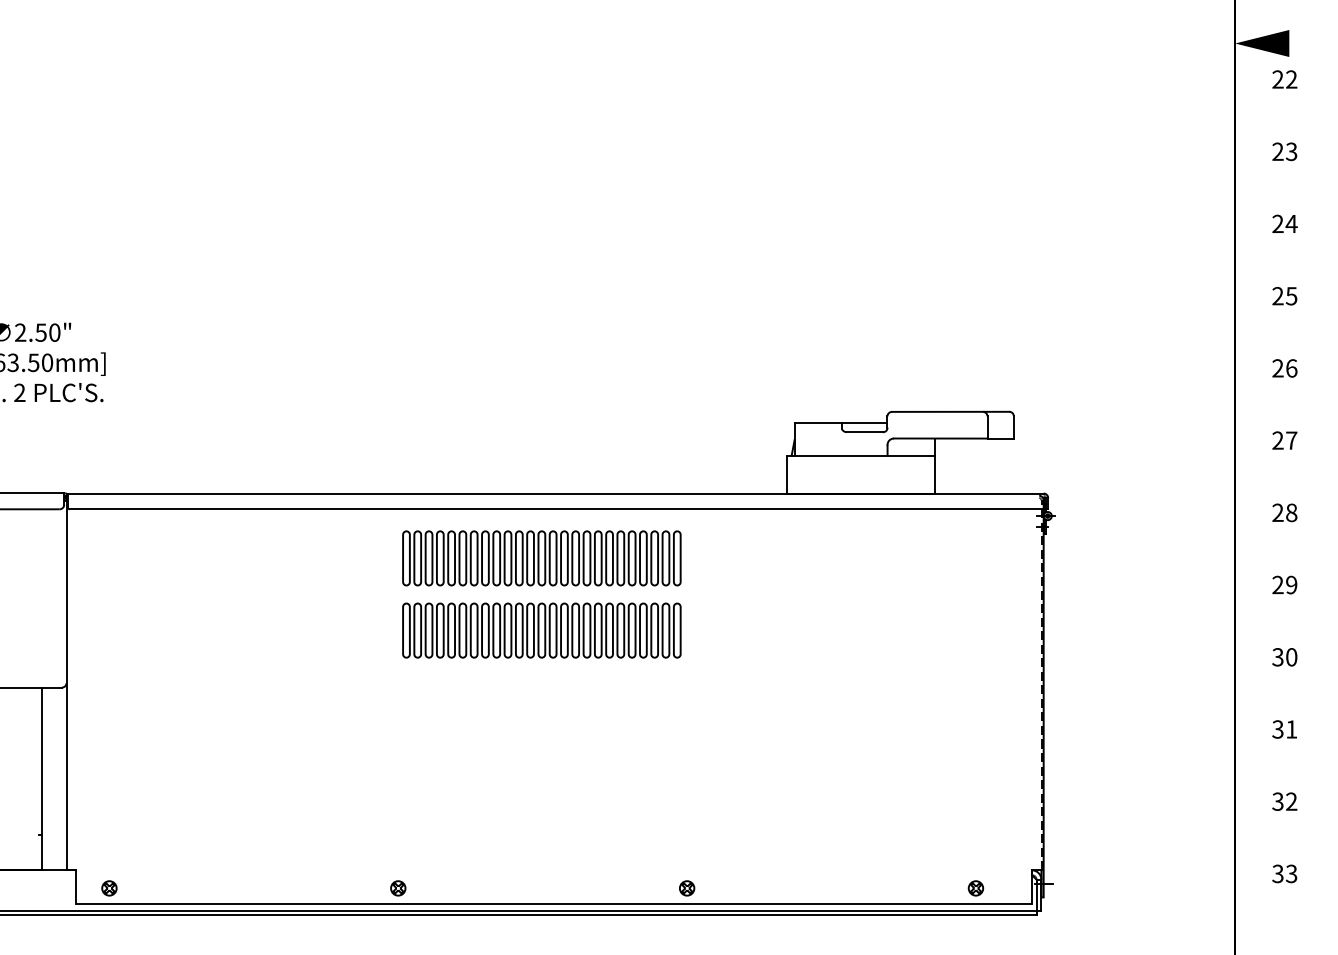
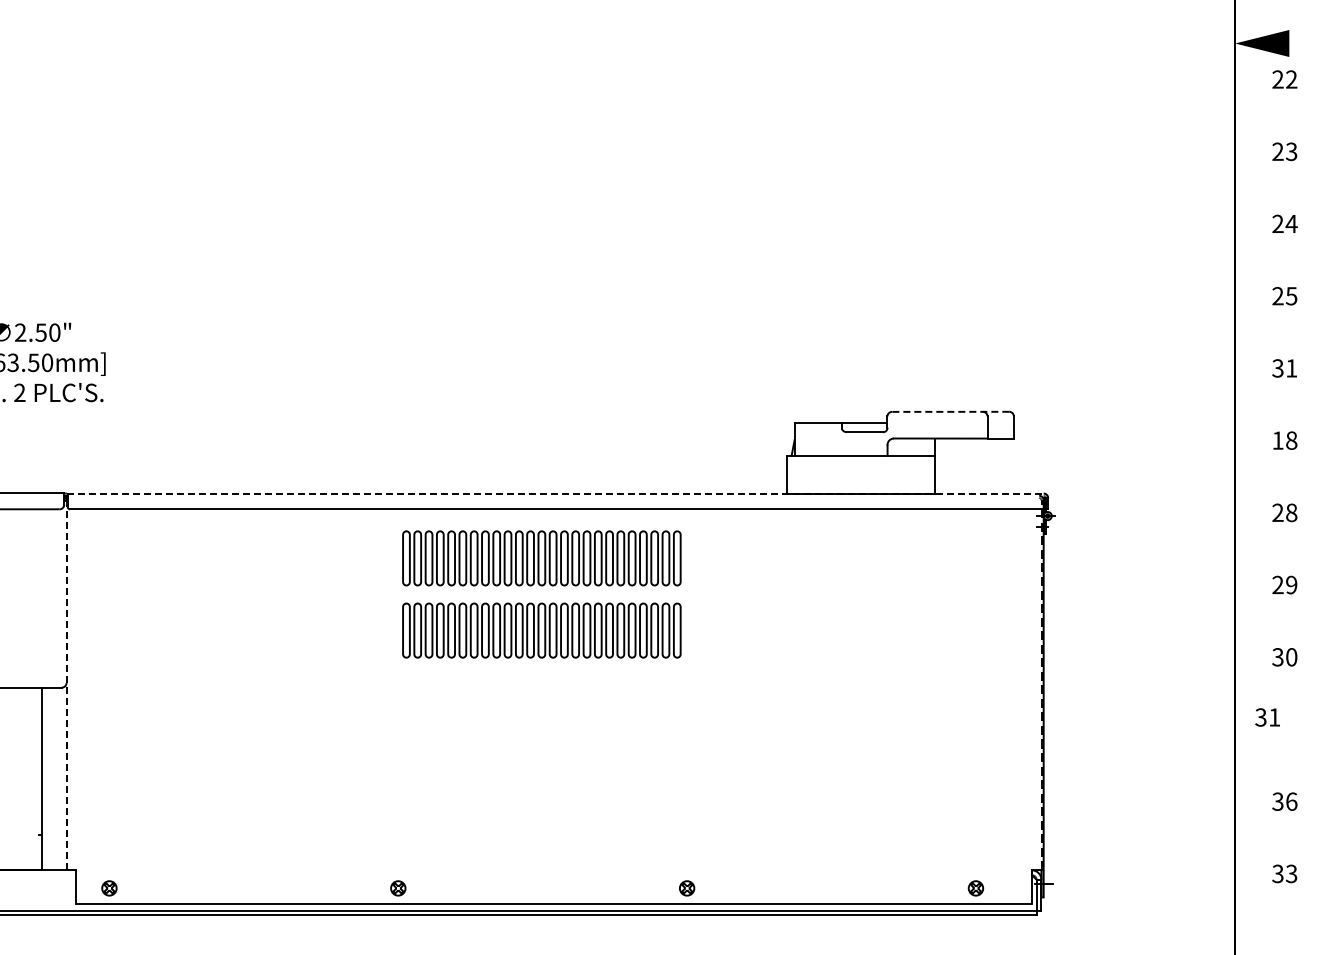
text at (1284, 368): 26 -> 31
line at (950, 411): solid -> dashed
text at (1284, 440): 27 -> 18
line at (555, 493): solid -> dashed
line at (66, 685): solid -> dashed
text at (1284, 729) position: (1284, 729) -> (1267, 717)
text at (1291, 801): 32 -> 36
